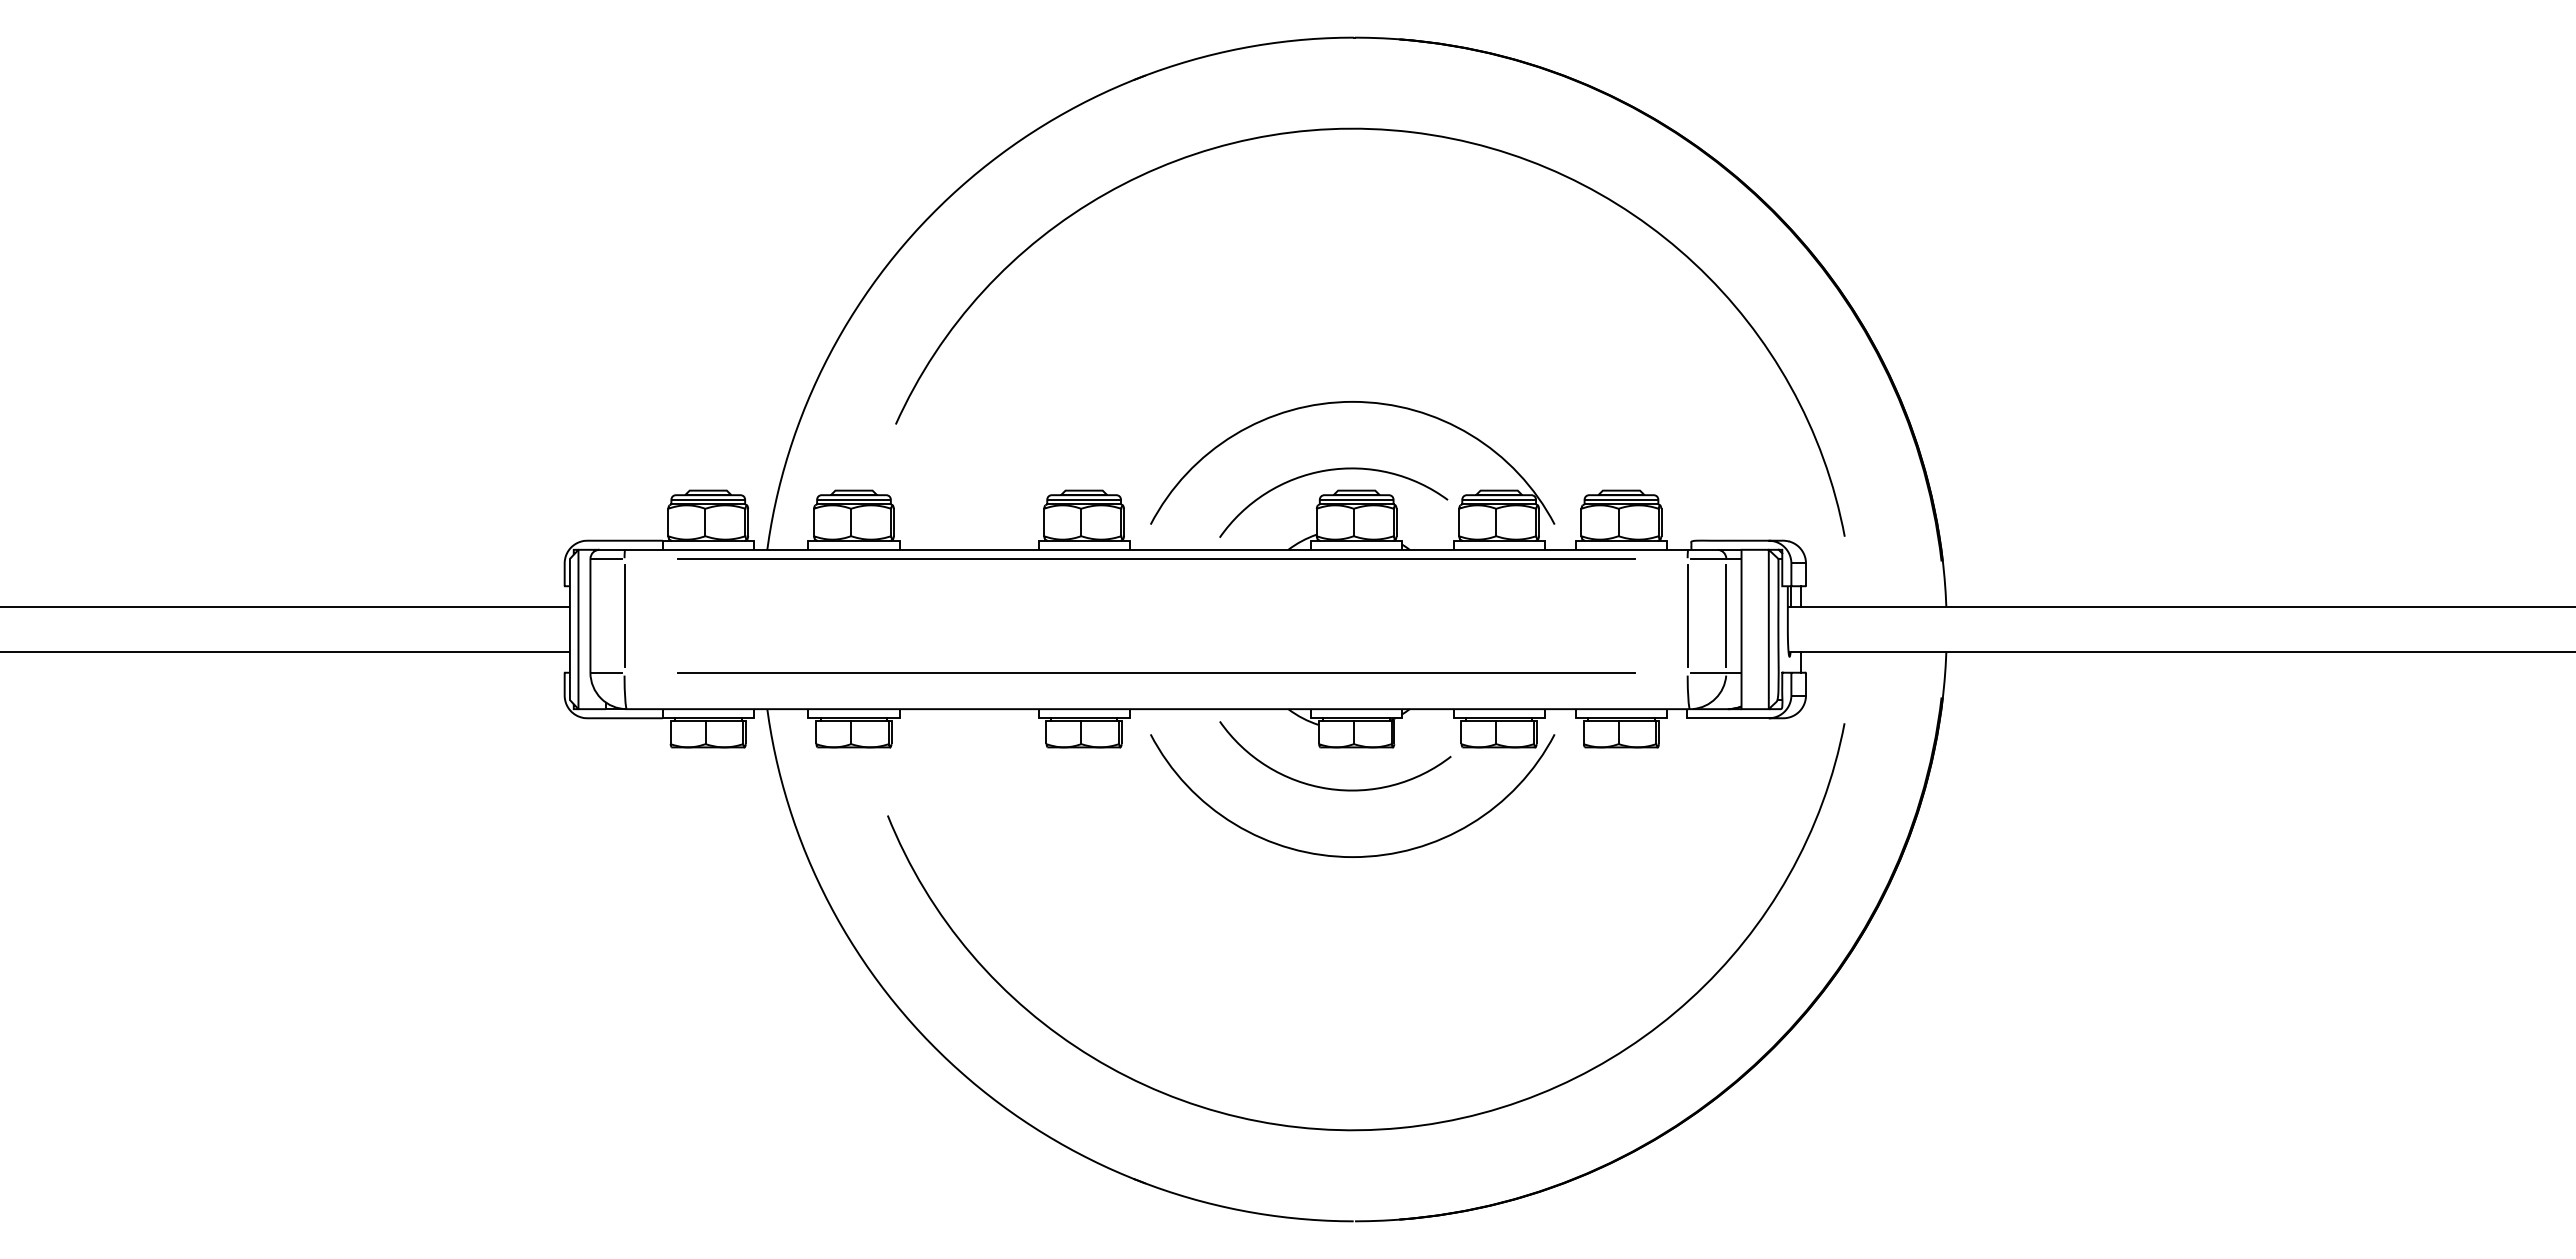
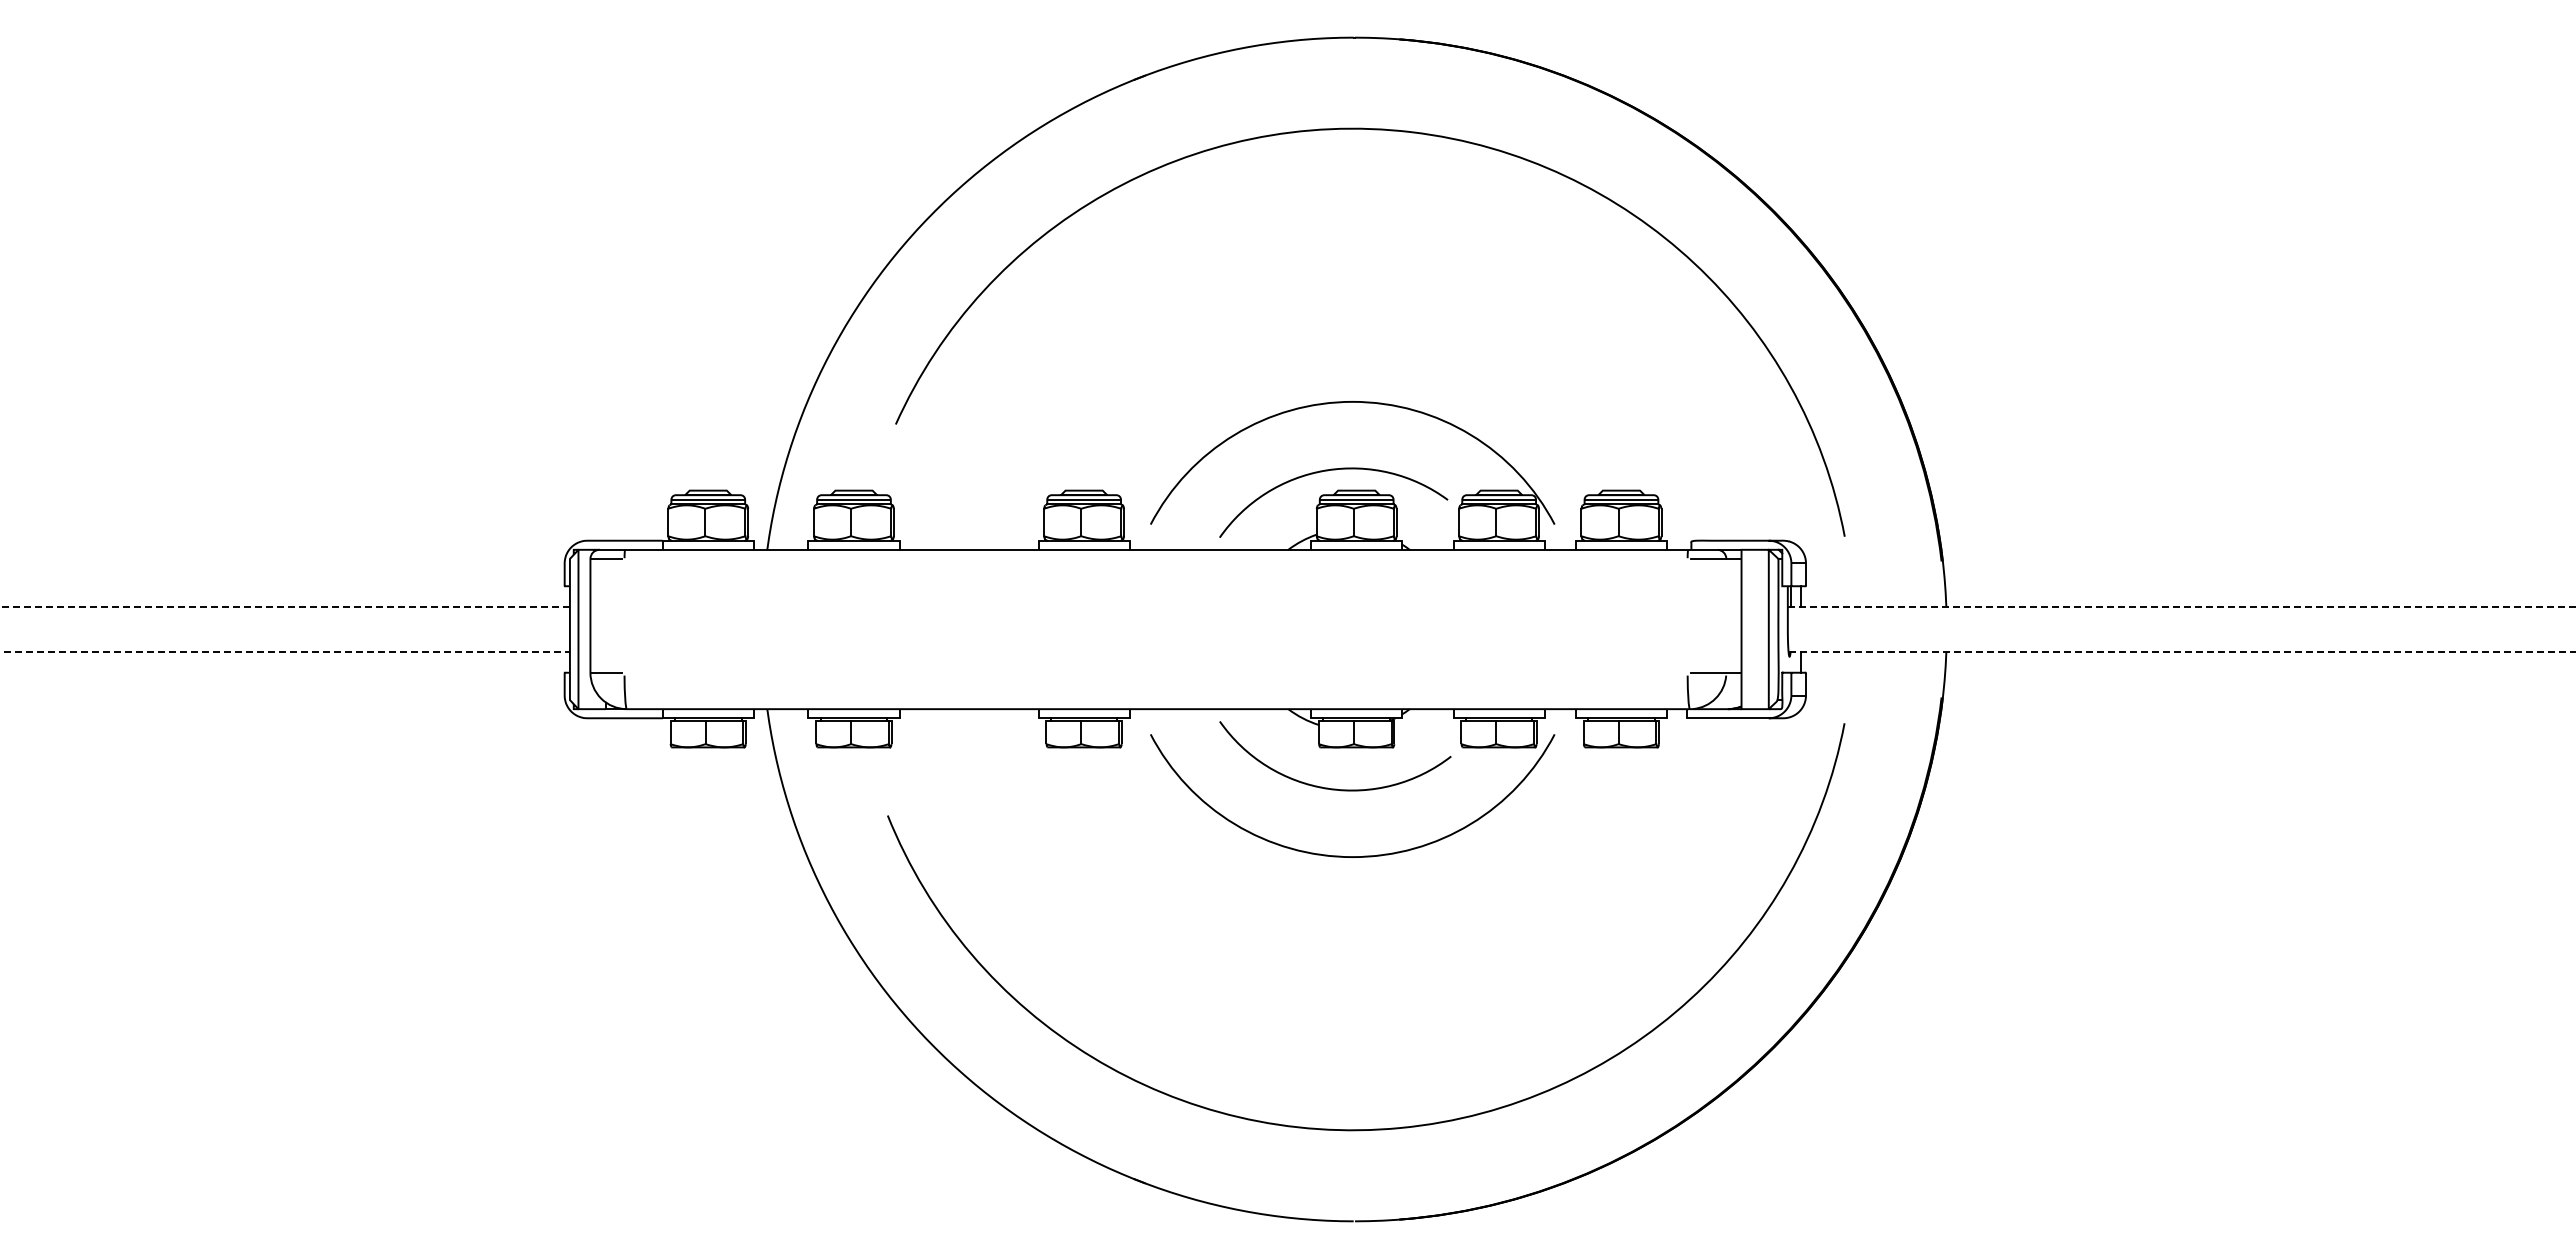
line at (1155, 558): present -> none
line at (285, 606): solid -> dashed
line at (2181, 606): solid -> dashed
line at (624, 615): present -> none
line at (1687, 615): present -> none
line at (1726, 615): present -> none
line at (285, 652): solid -> dashed
line at (2182, 652): solid -> dashed
line at (1155, 672): present -> none
